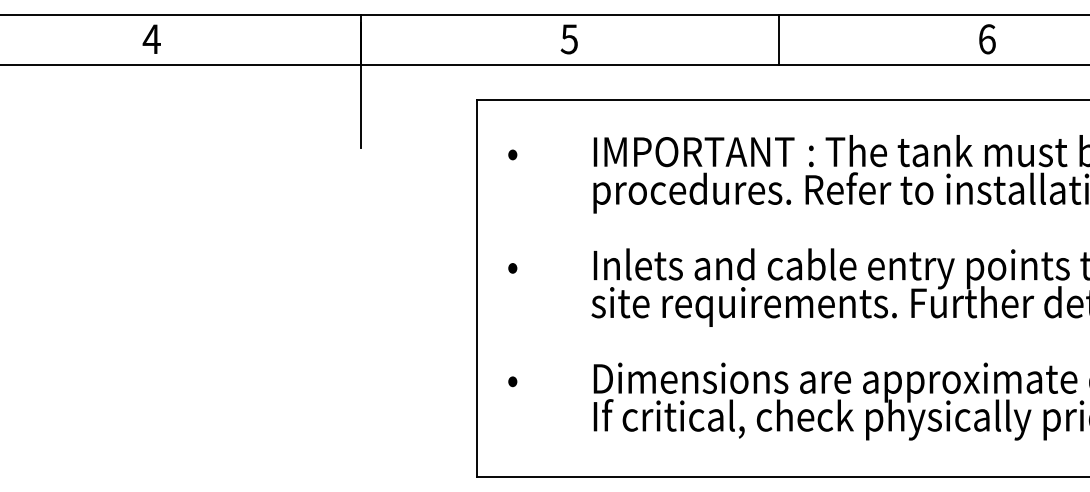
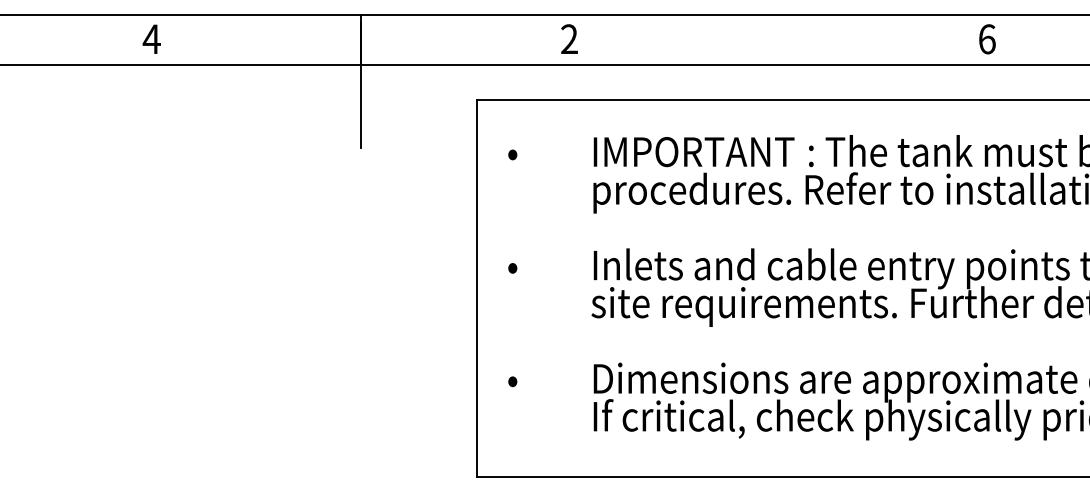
text at (568, 39): 5 -> 2
line at (778, 39): present -> none
